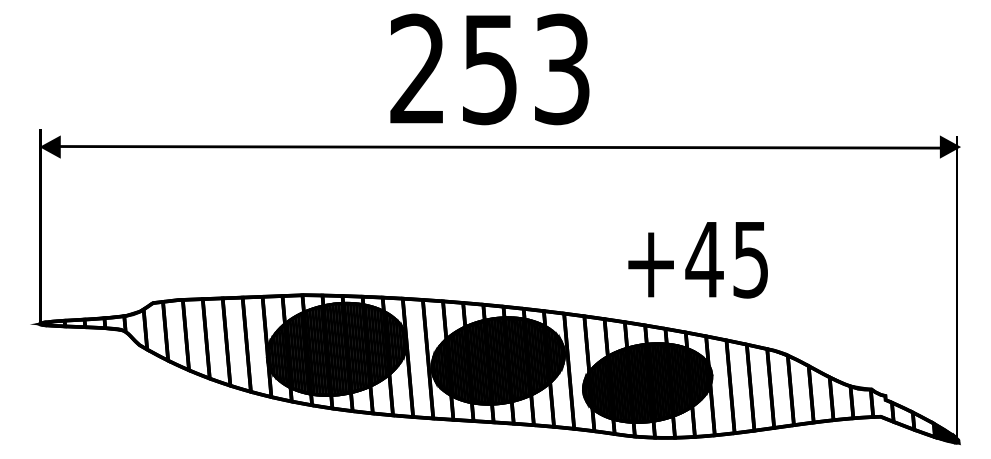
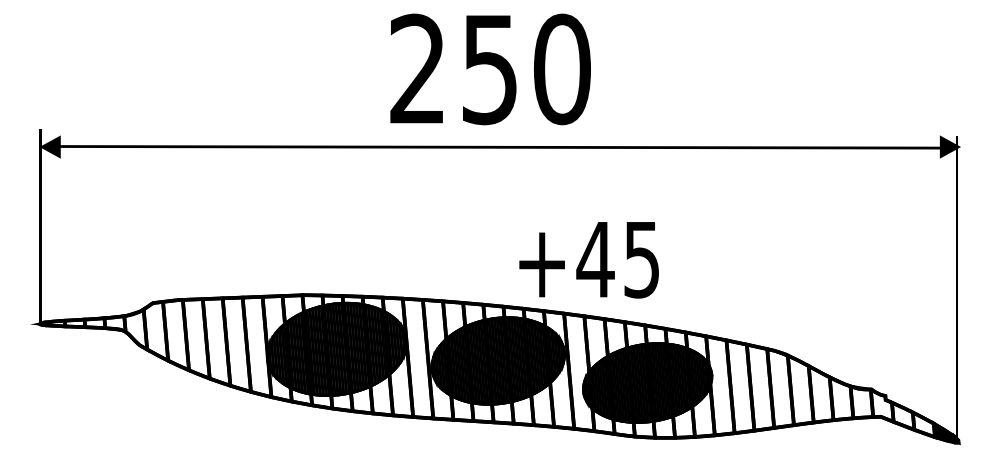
text at (562, 69): 253 -> 250
text at (697, 260) position: (697, 260) -> (588, 260)
